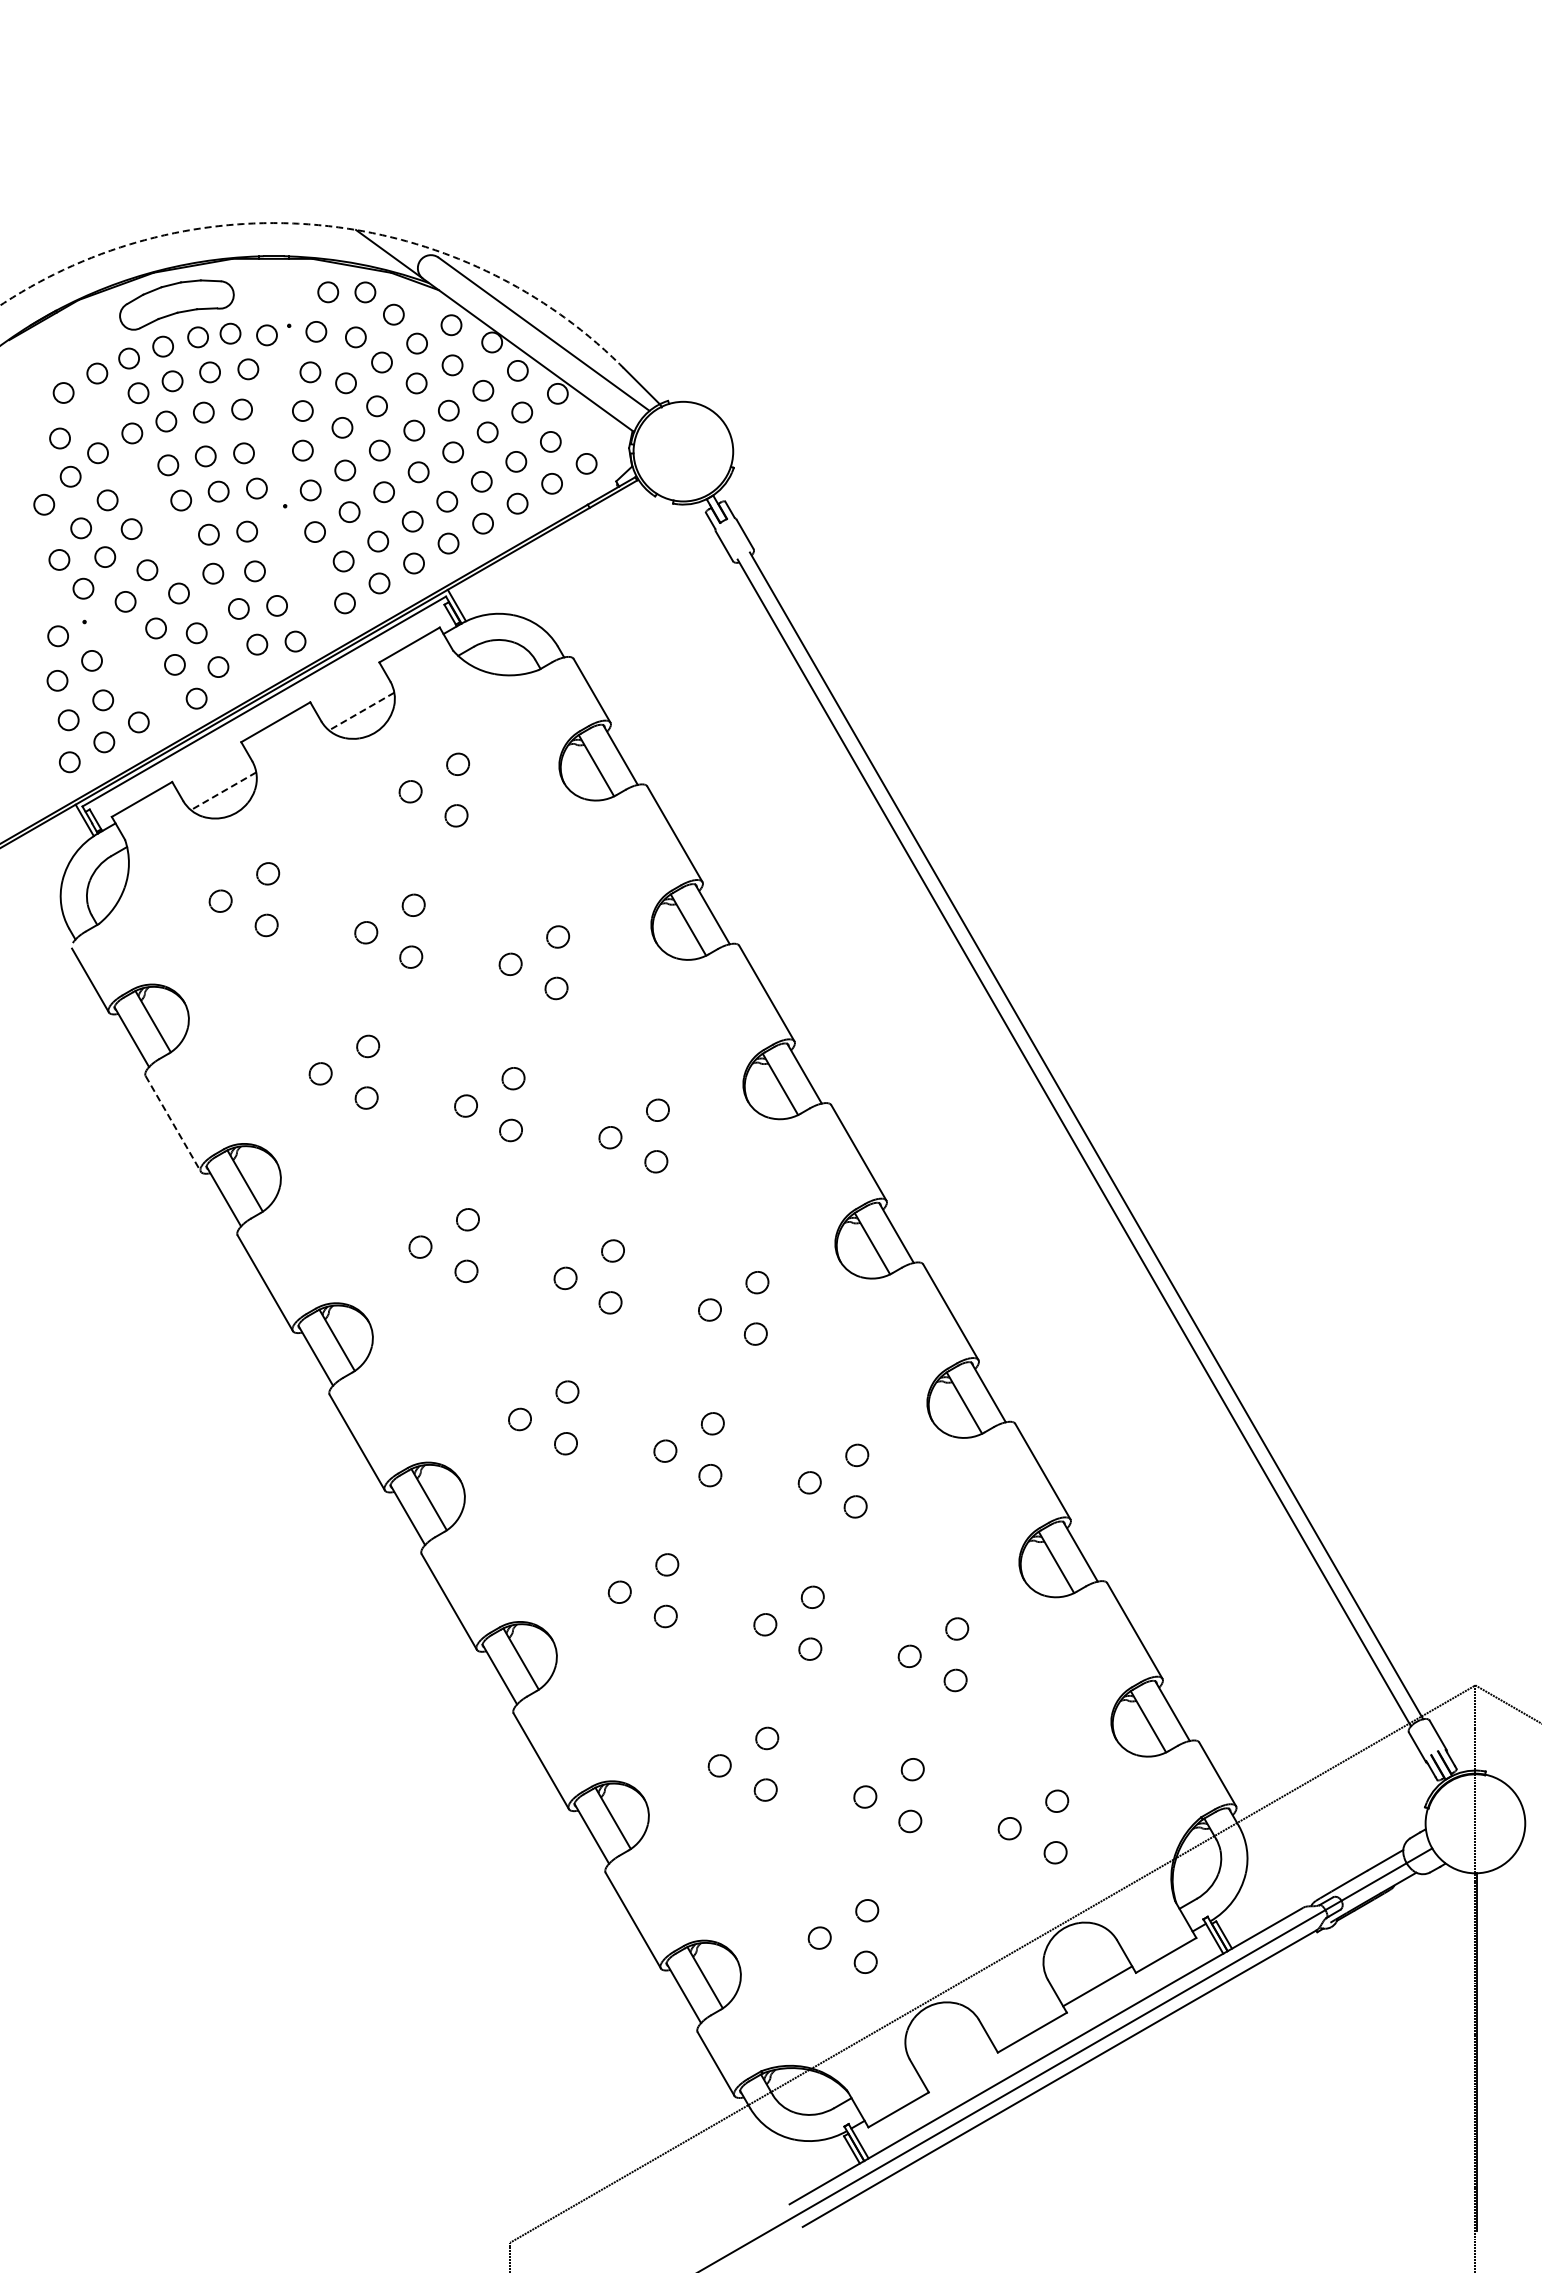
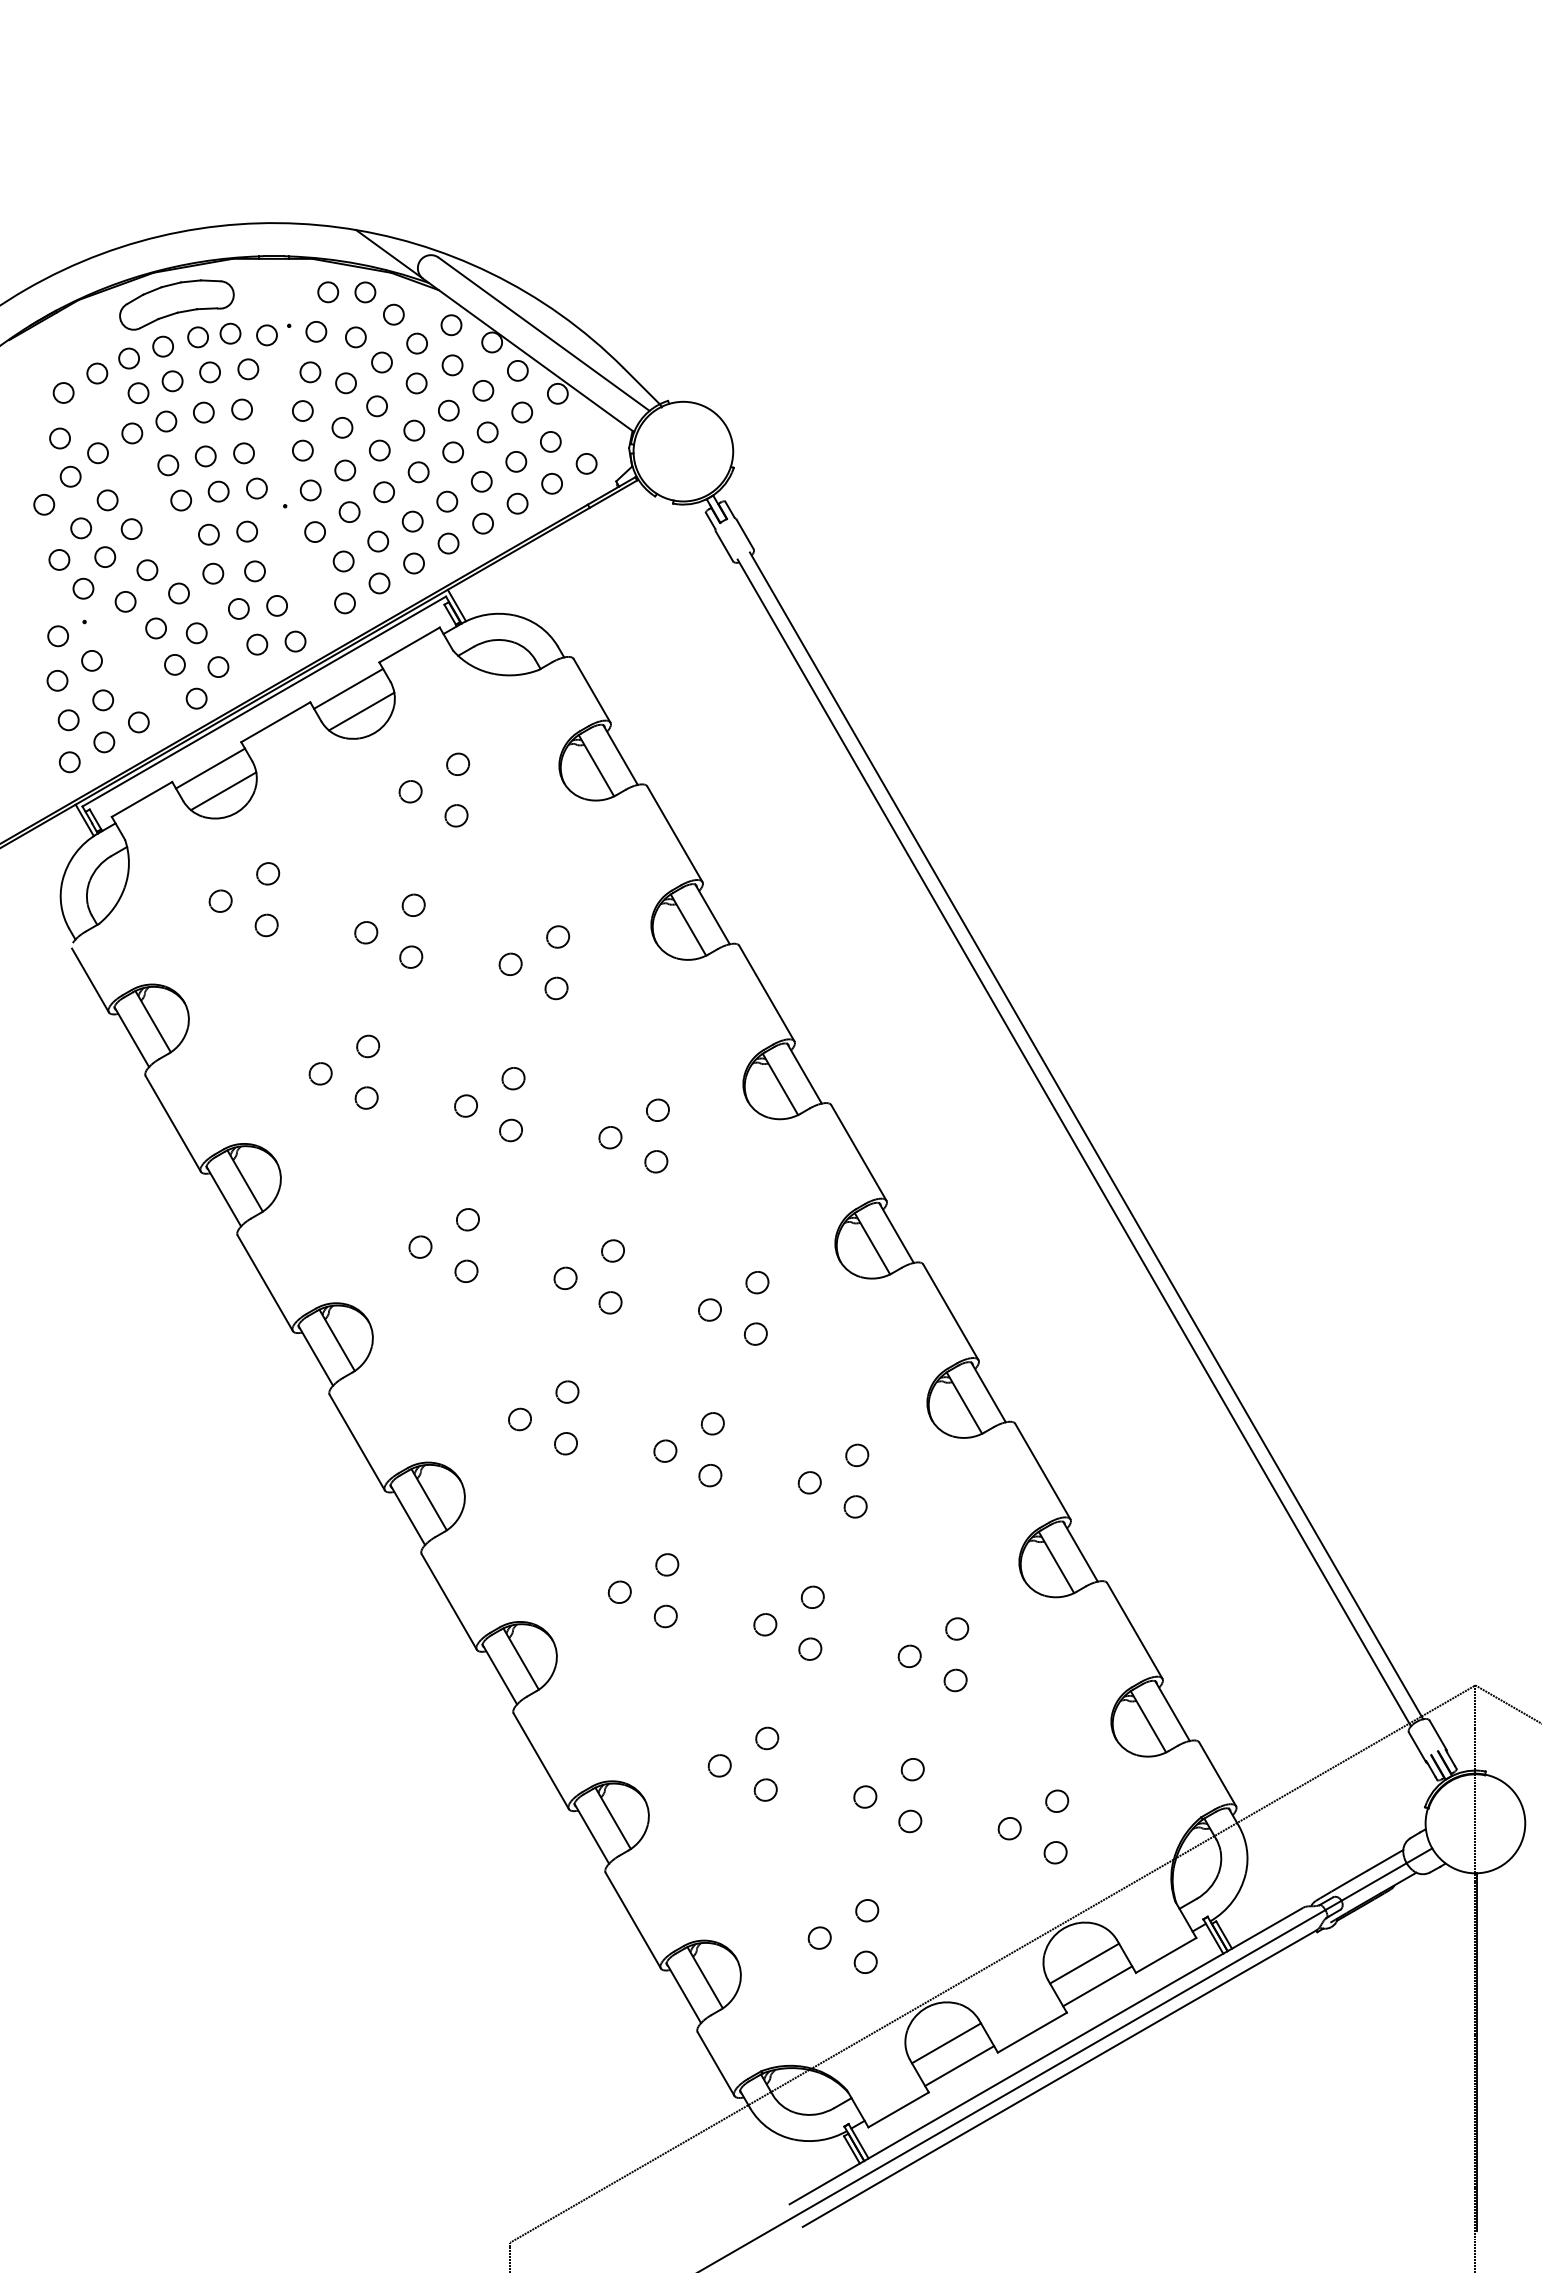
arc at (322, 225): dashed -> solid
line at (348, 688): none -> present
line at (361, 711): dashed -> solid
line at (210, 768): none -> present
line at (223, 791): dashed -> solid
line at (173, 1124): dashed -> solid
line at (1084, 1963): none -> present
line at (946, 2043): none -> present
line at (959, 2065): none -> present
